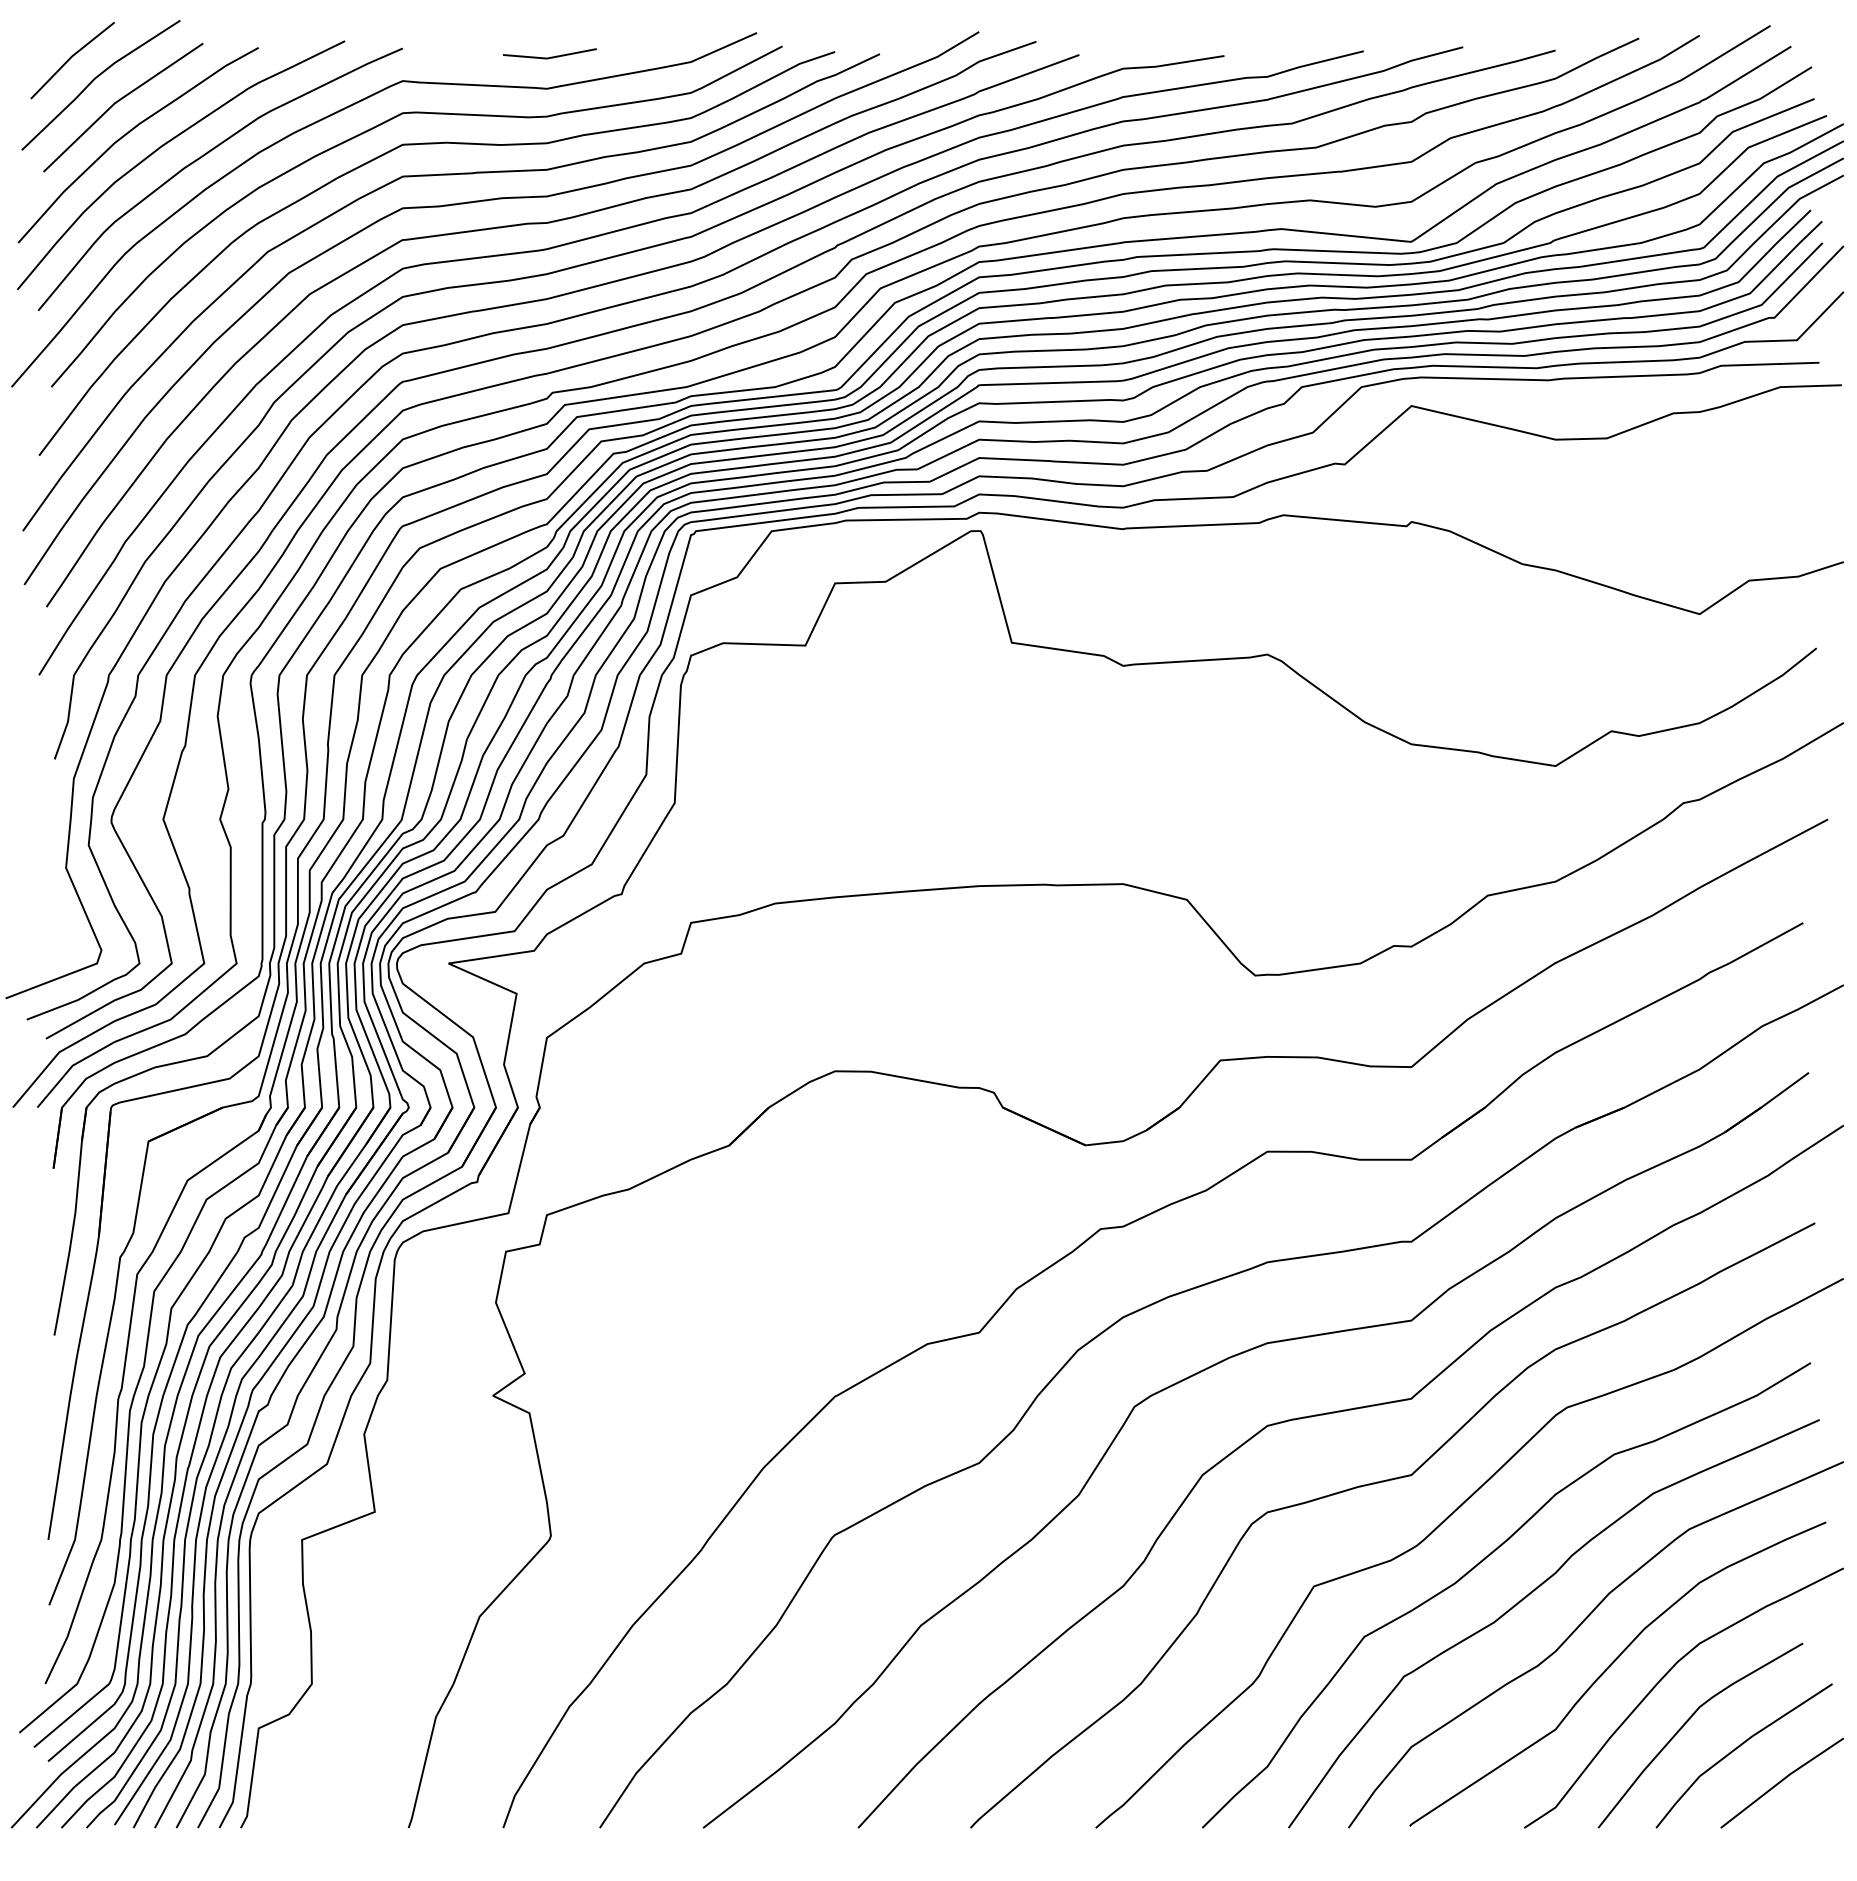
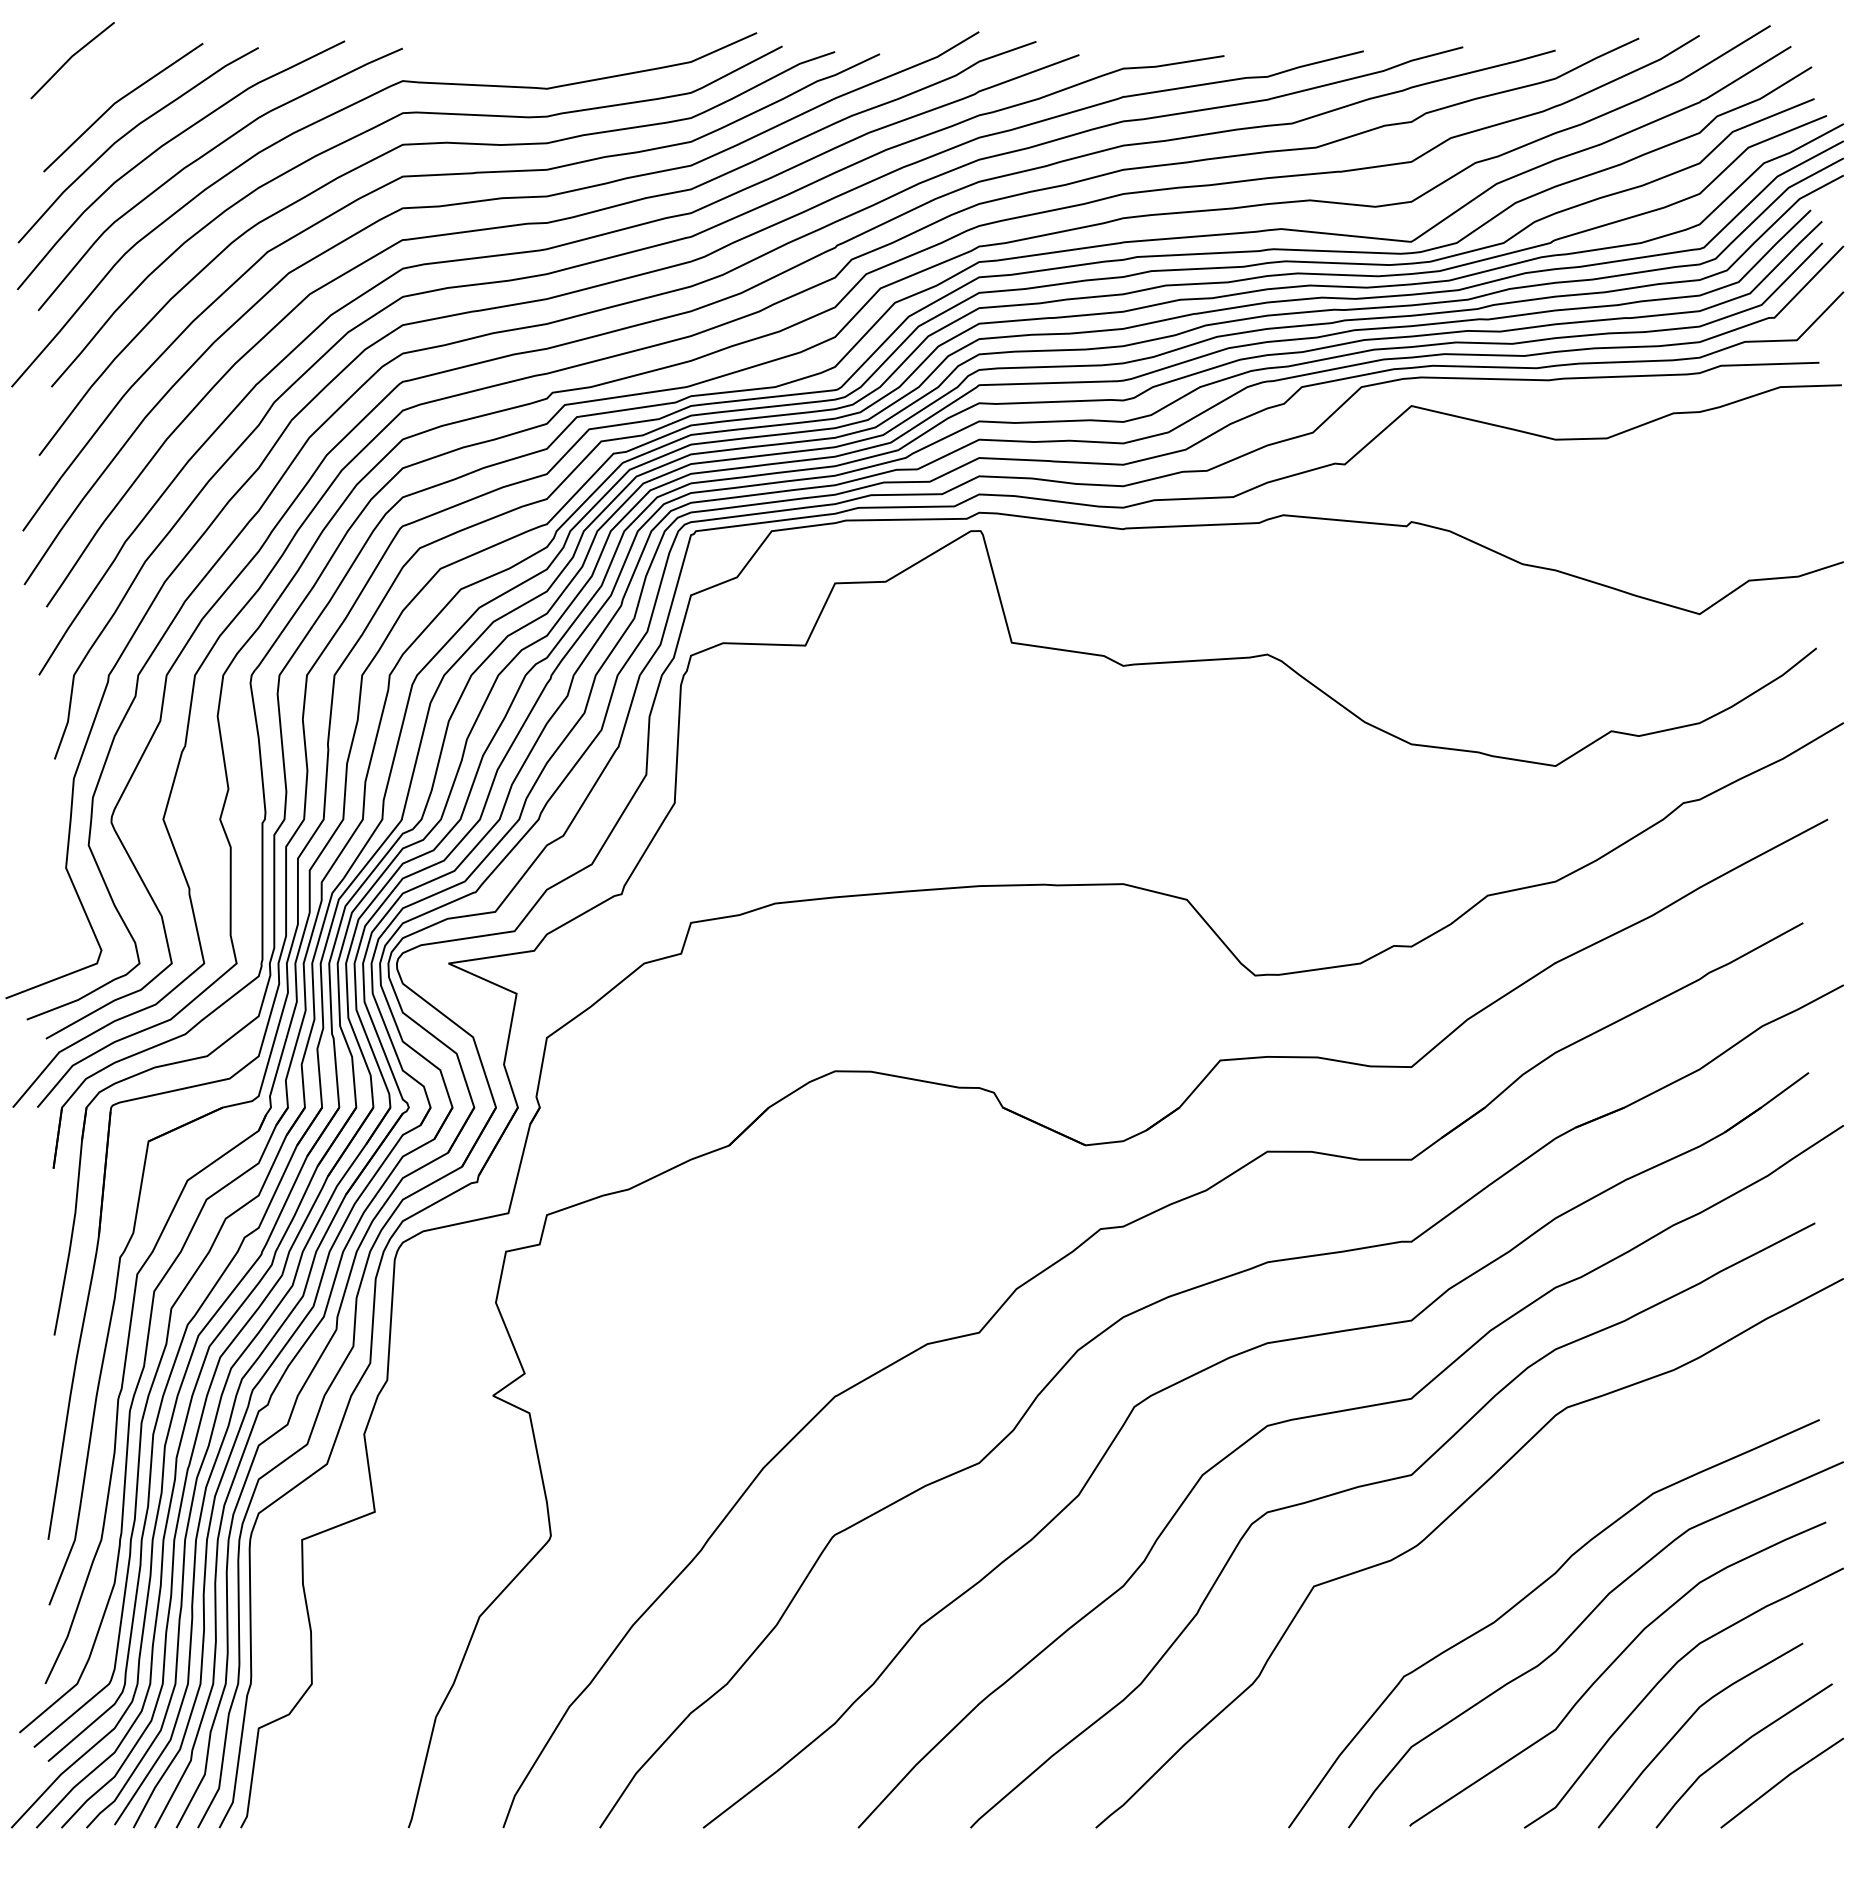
line at (551, 56): present -> none
line at (95, 79): present -> none
curve at (1478, 1565): present -> none
